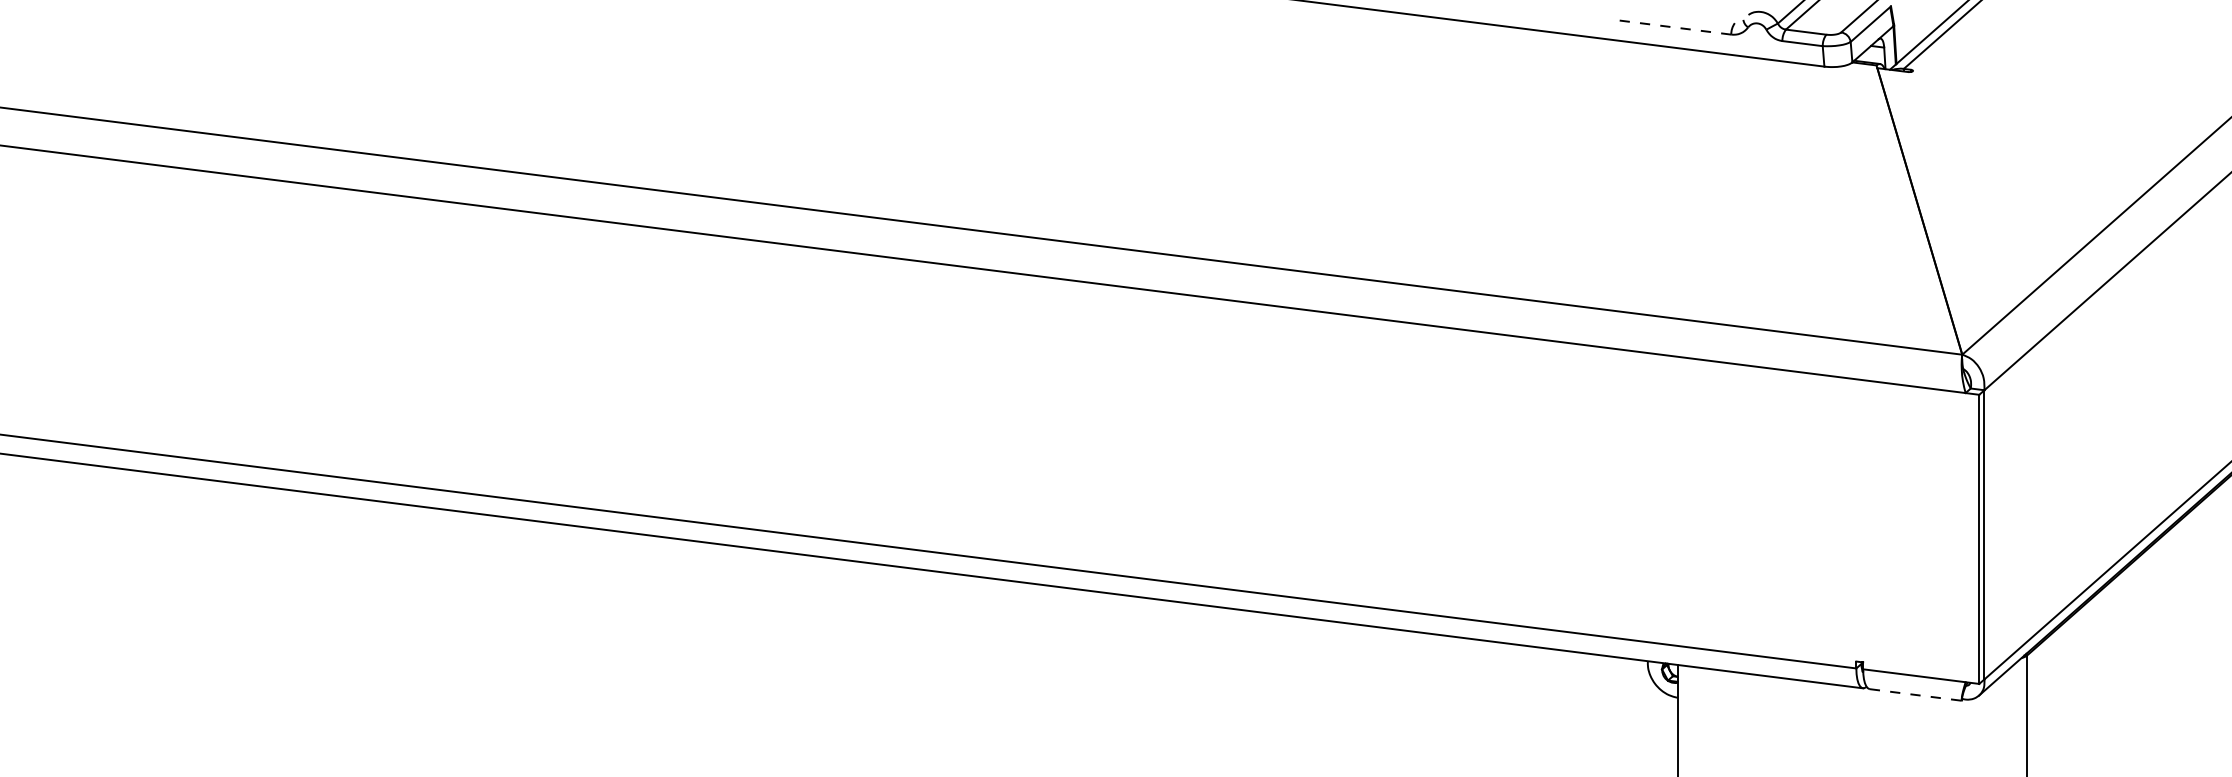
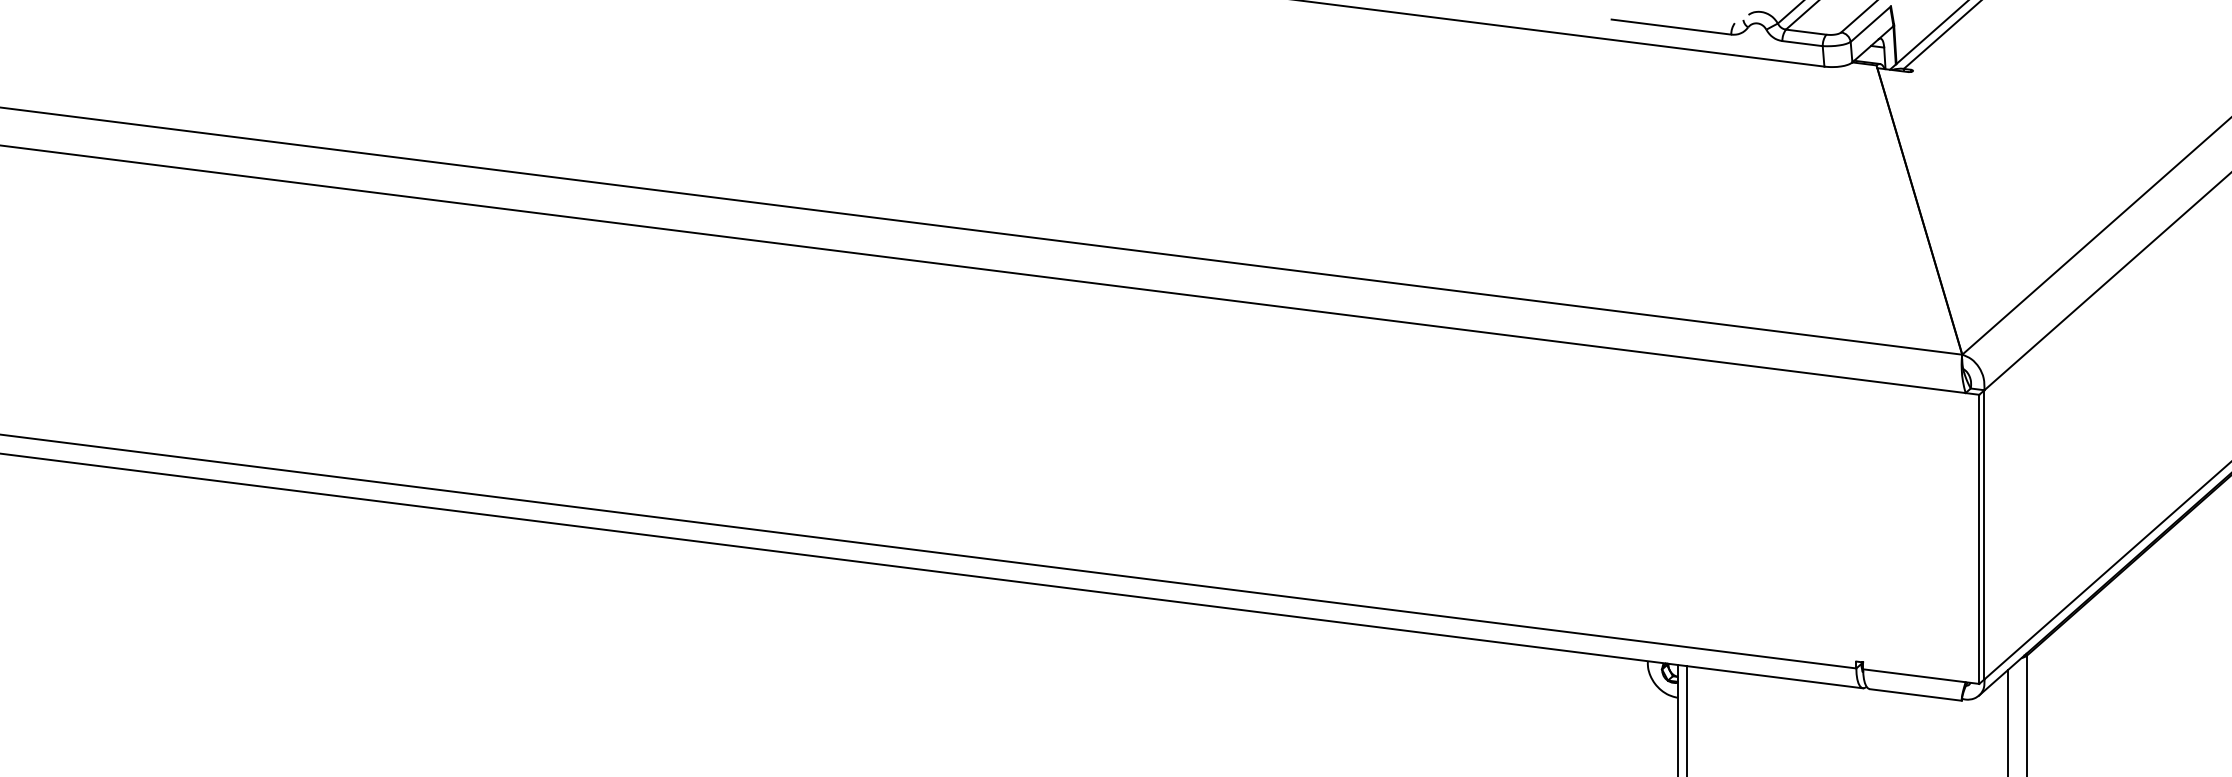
line at (1670, 27): dashed -> solid
line at (1916, 695): dashed -> solid
line at (1686, 719): none -> present
line at (2008, 721): none -> present
